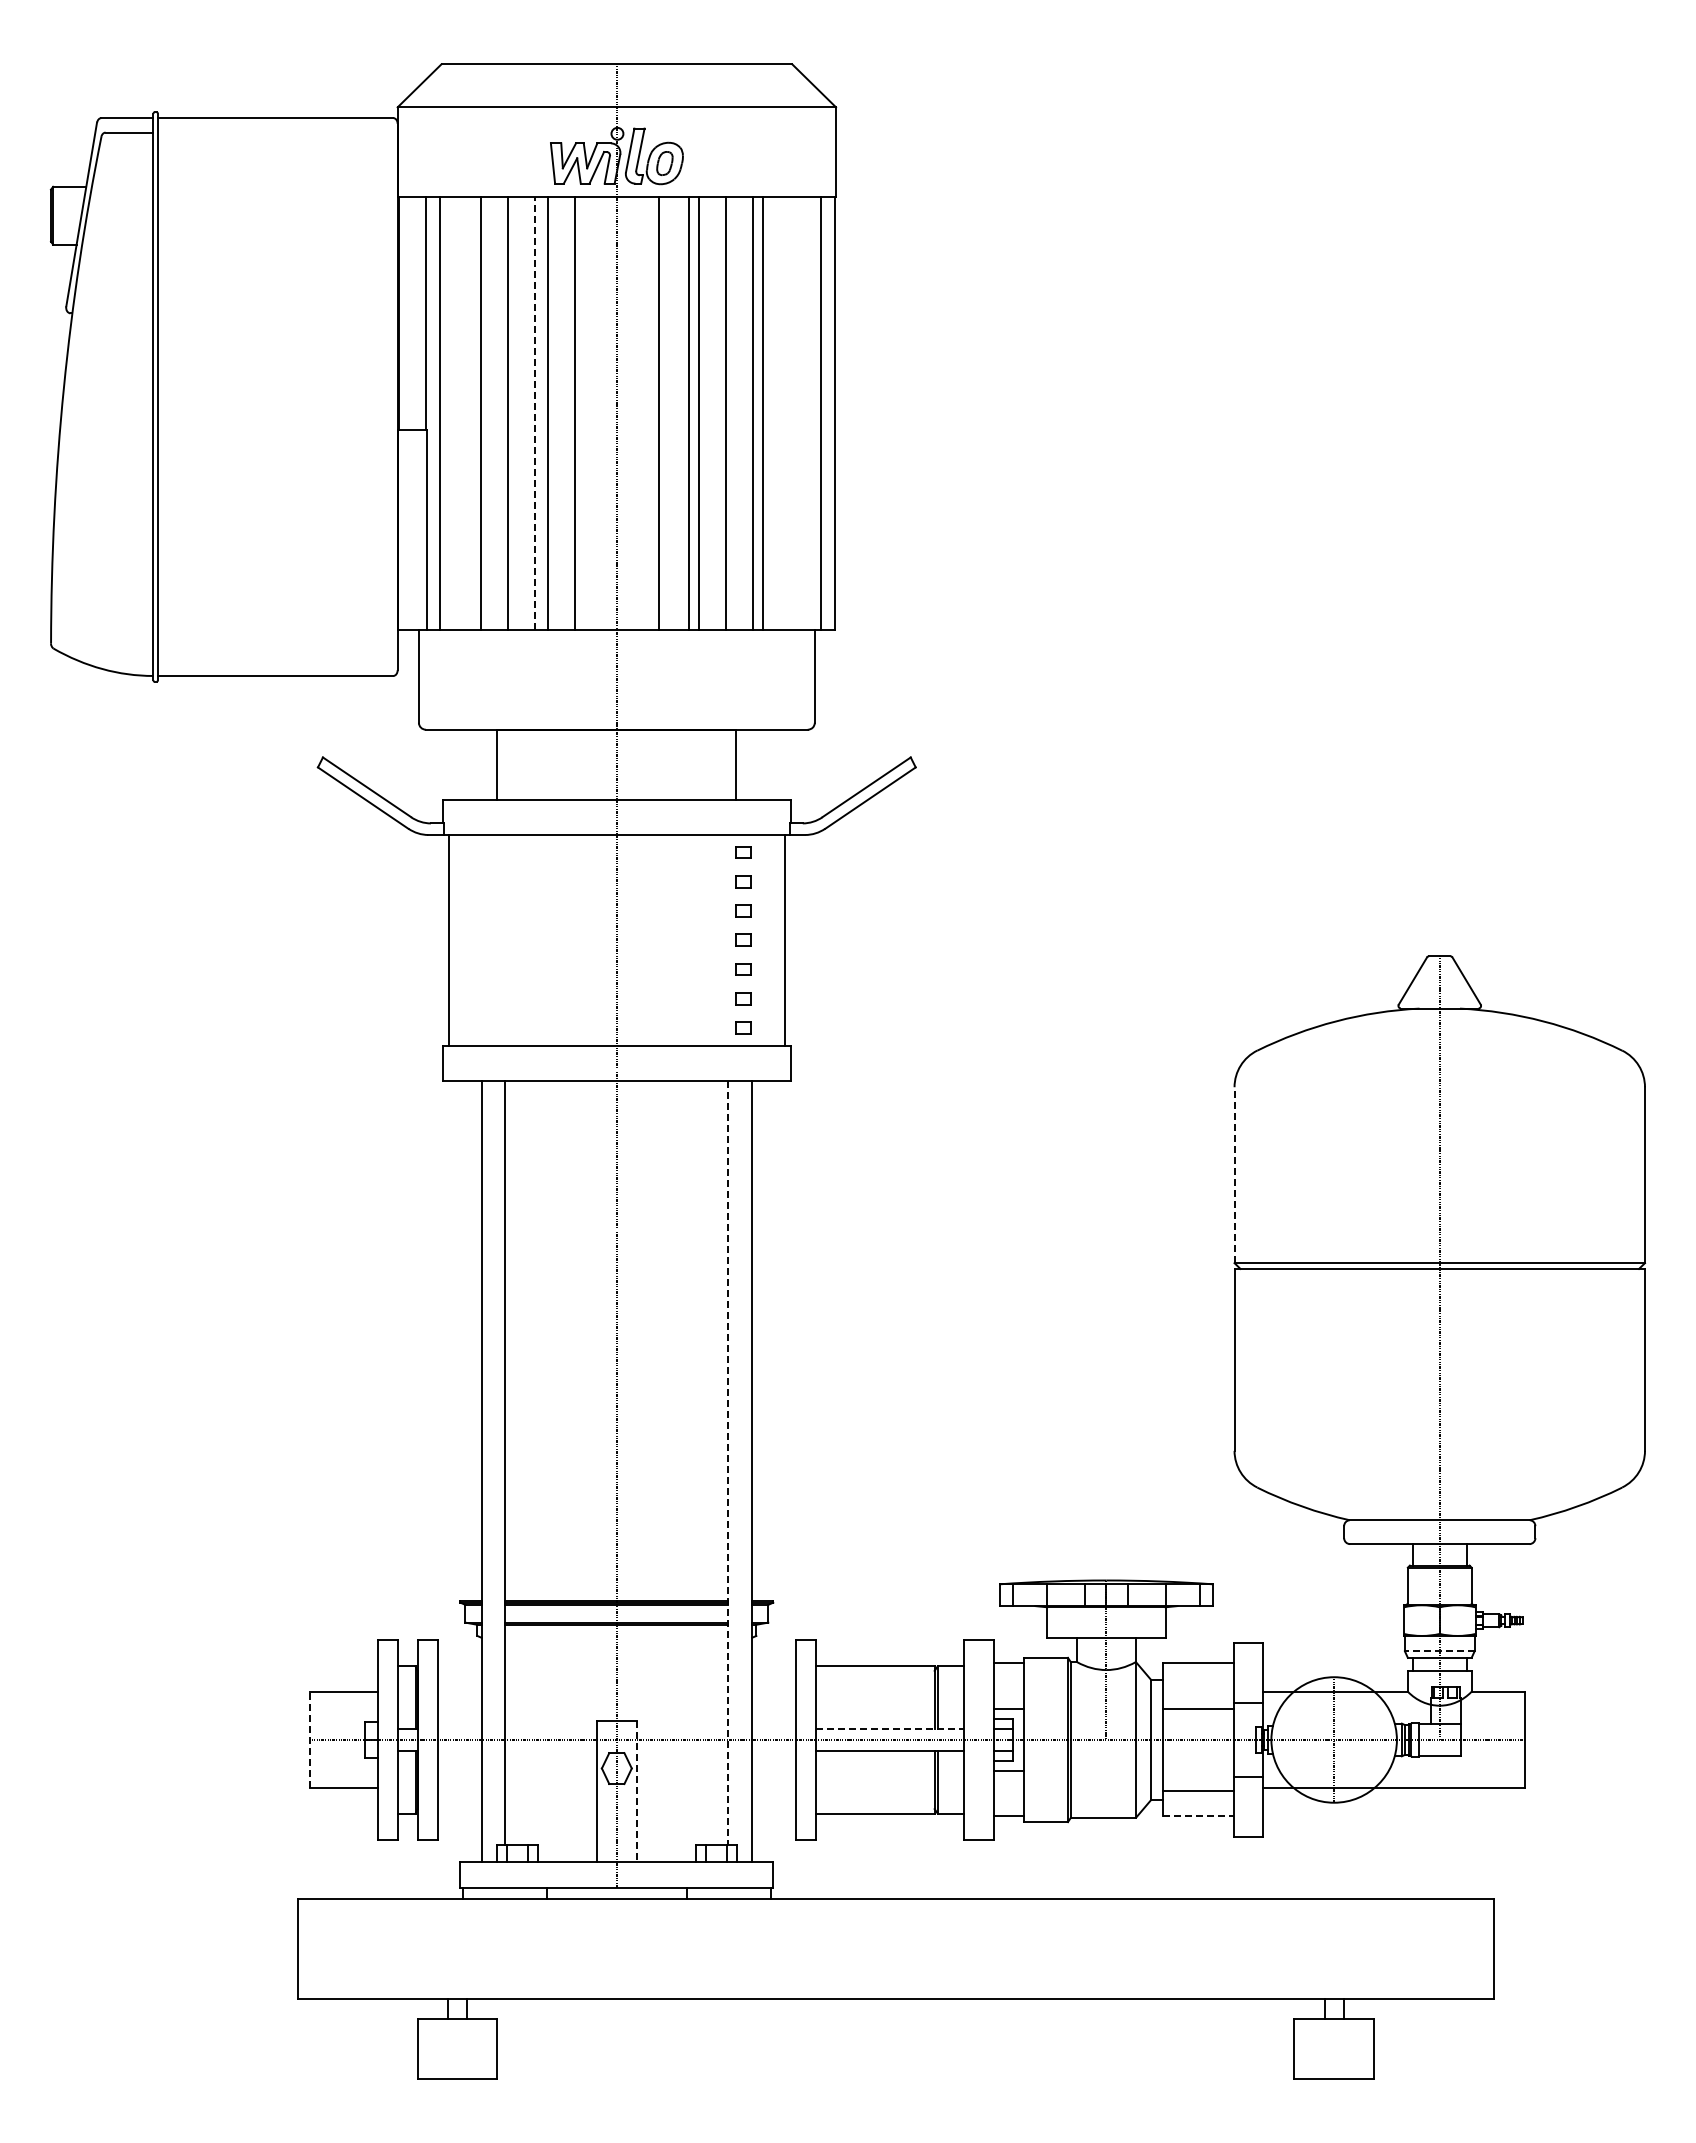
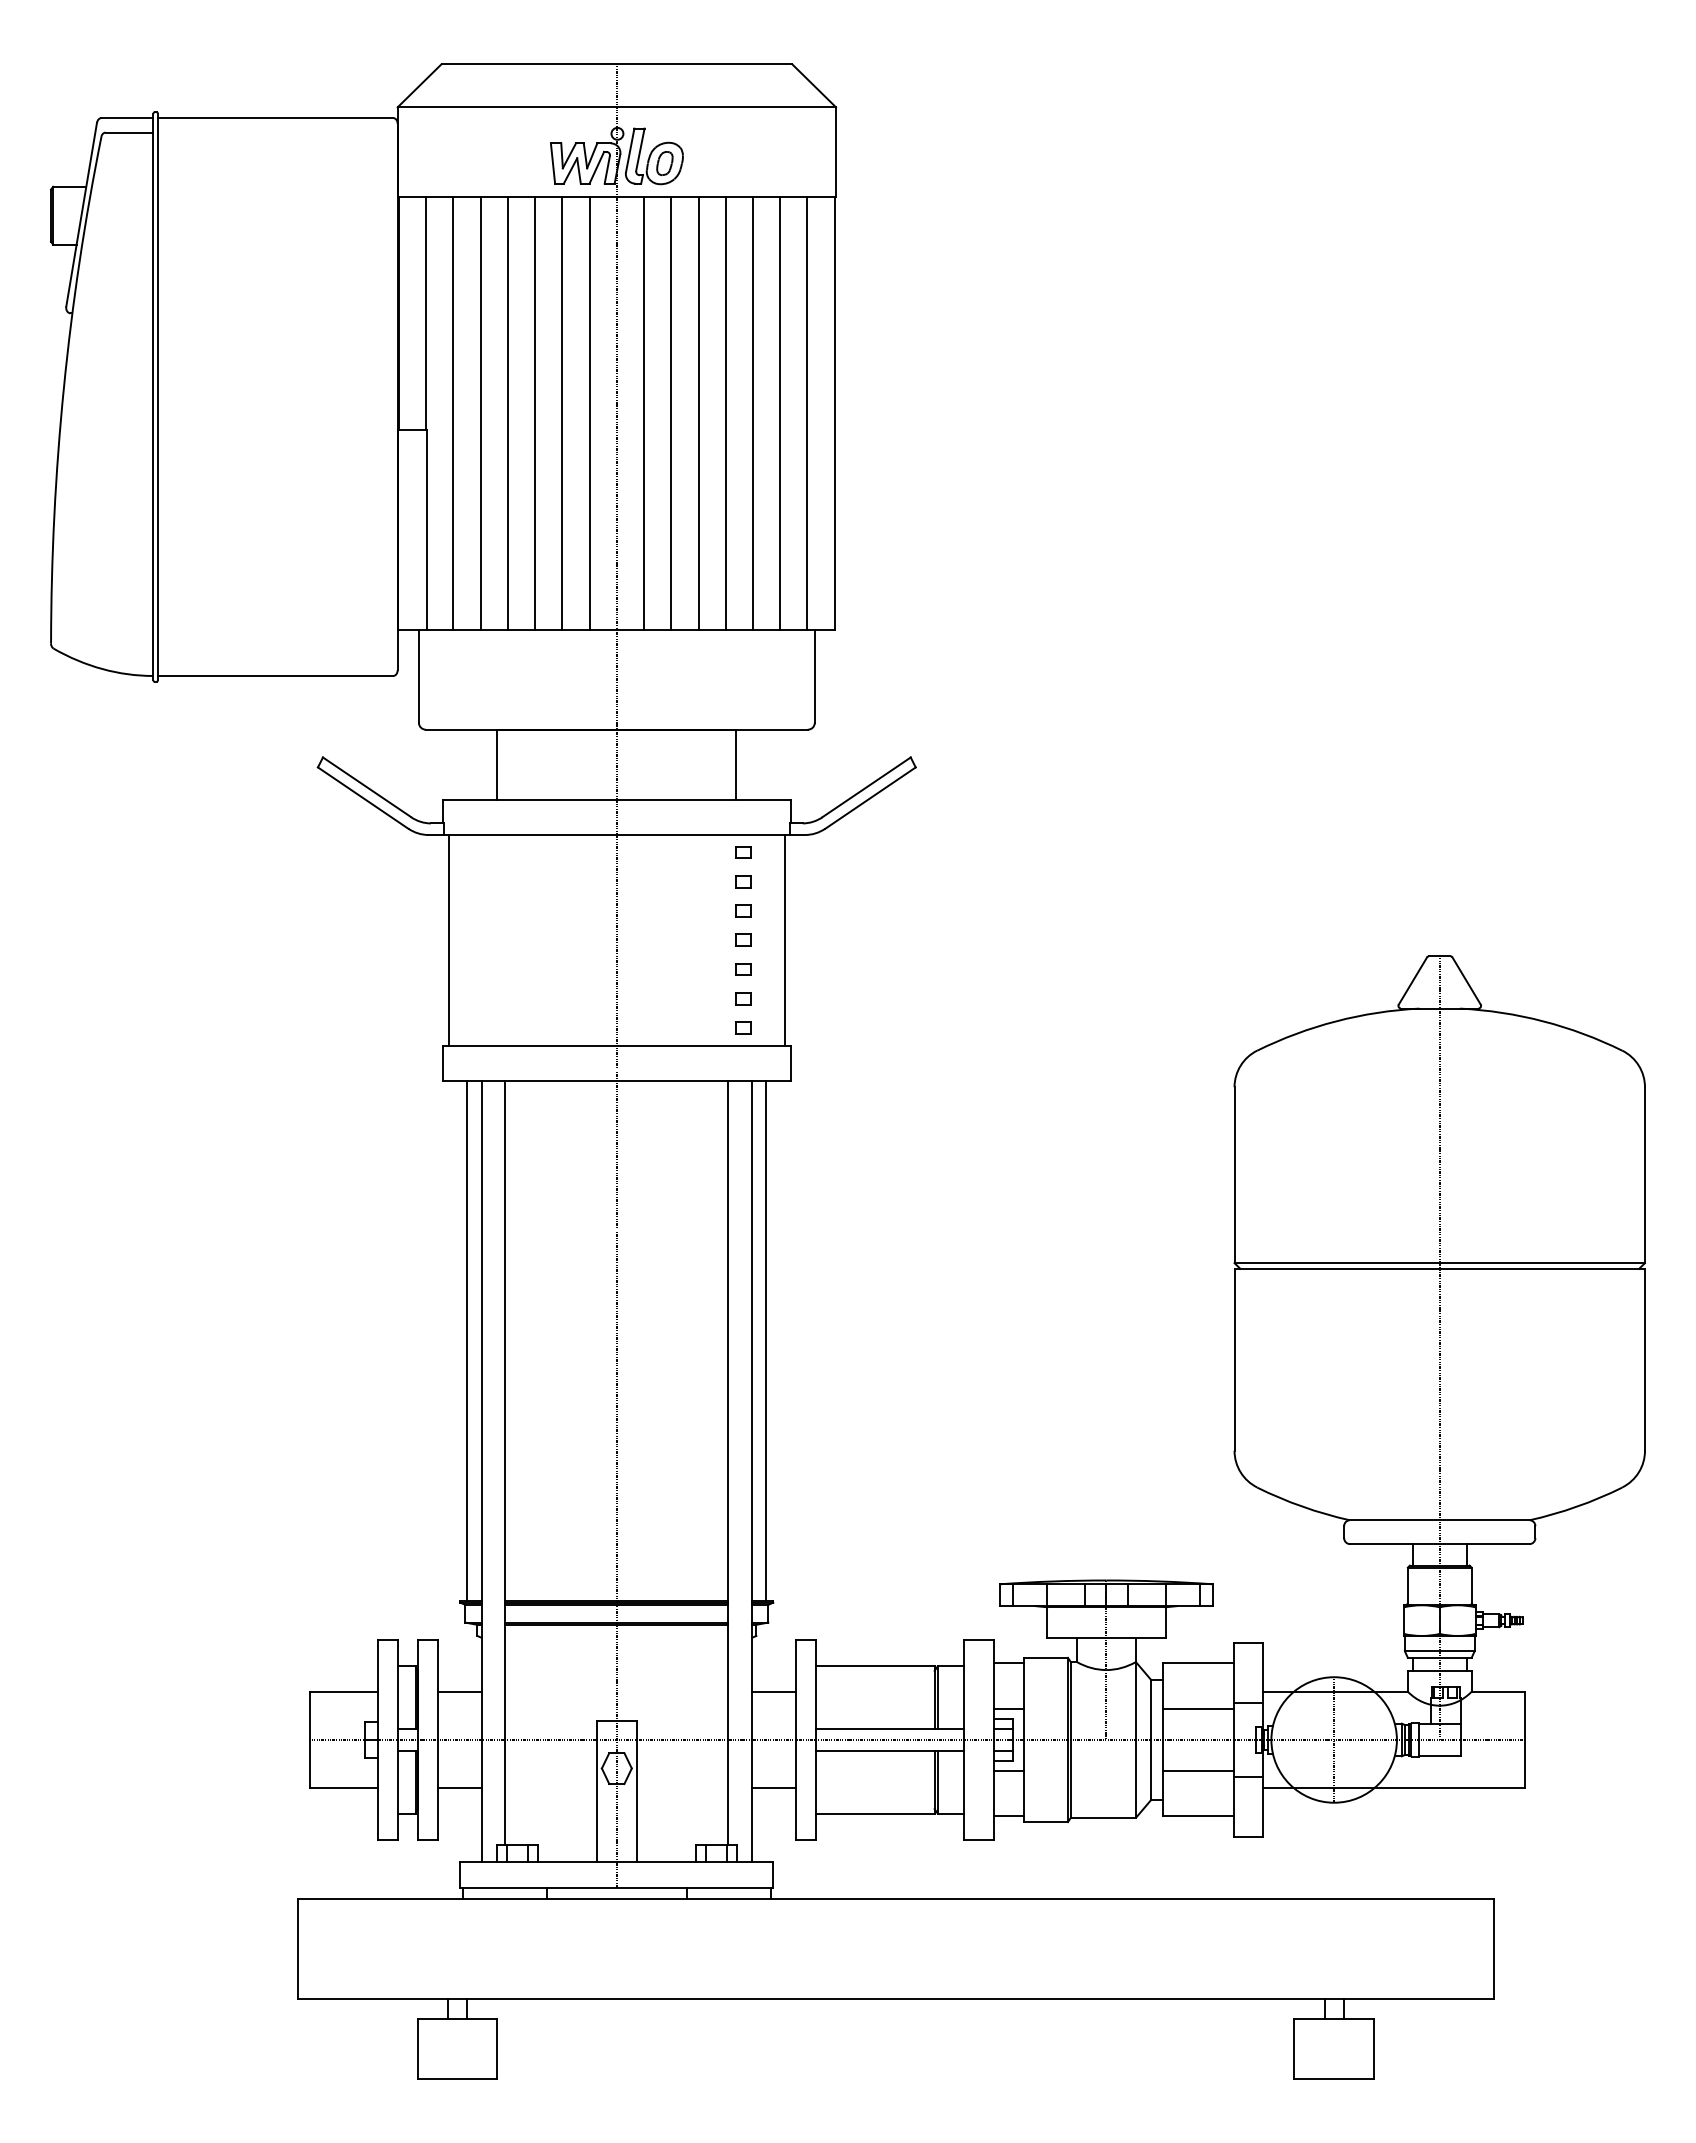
line at (440, 413) position: (440, 413) -> (453, 413)
line at (535, 413): dashed -> solid
line at (548, 413) position: (548, 413) -> (562, 413)
line at (574, 413) position: (574, 413) -> (589, 413)
line at (659, 413) position: (659, 413) -> (644, 413)
line at (689, 413) position: (689, 413) -> (671, 413)
line at (763, 413) position: (763, 413) -> (780, 413)
line at (821, 413) position: (821, 413) -> (807, 413)
line at (1234, 1175): dashed -> solid
line at (467, 1340): none -> present
line at (766, 1340): none -> present
line at (728, 1462): dashed -> solid
line at (1439, 1651): dashed -> solid
line at (459, 1691): none -> present
line at (774, 1691): none -> present
line at (890, 1728): dashed -> solid
line at (310, 1739): dashed -> solid
line at (459, 1788): none -> present
line at (774, 1788): none -> present
line at (636, 1791): dashed -> solid
line at (1197, 1791) position: (1197, 1791) -> (1197, 1771)
line at (1198, 1816): dashed -> solid
